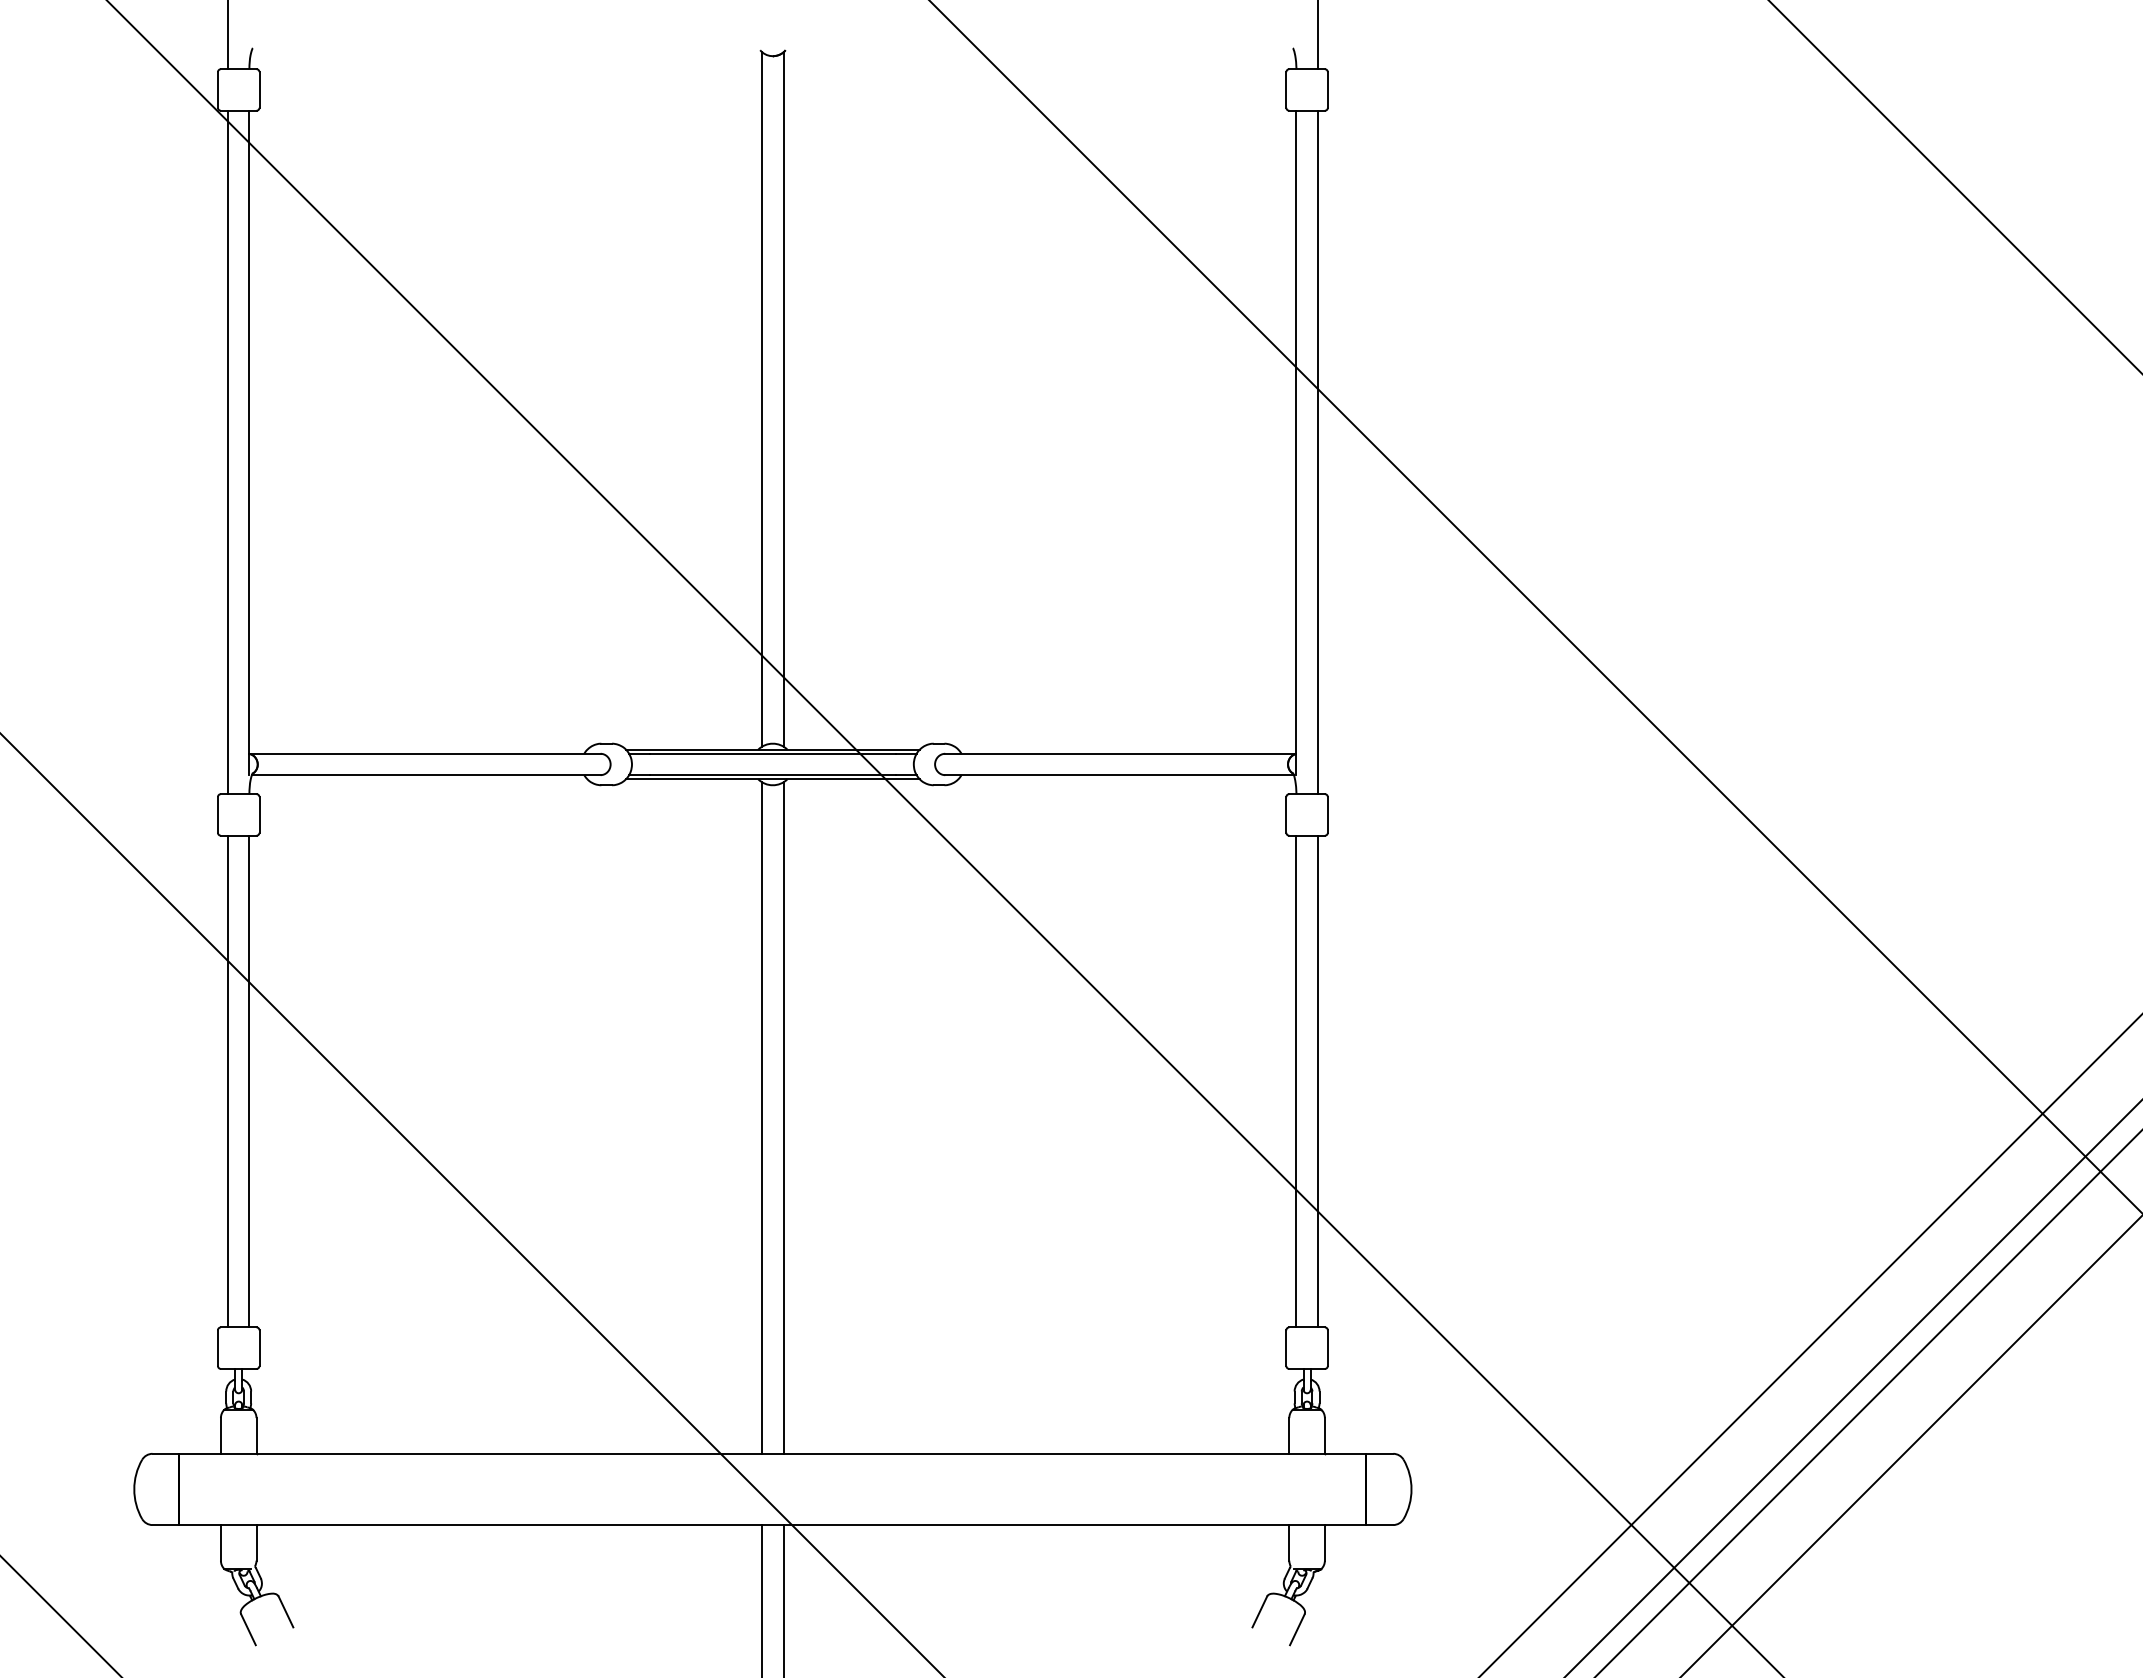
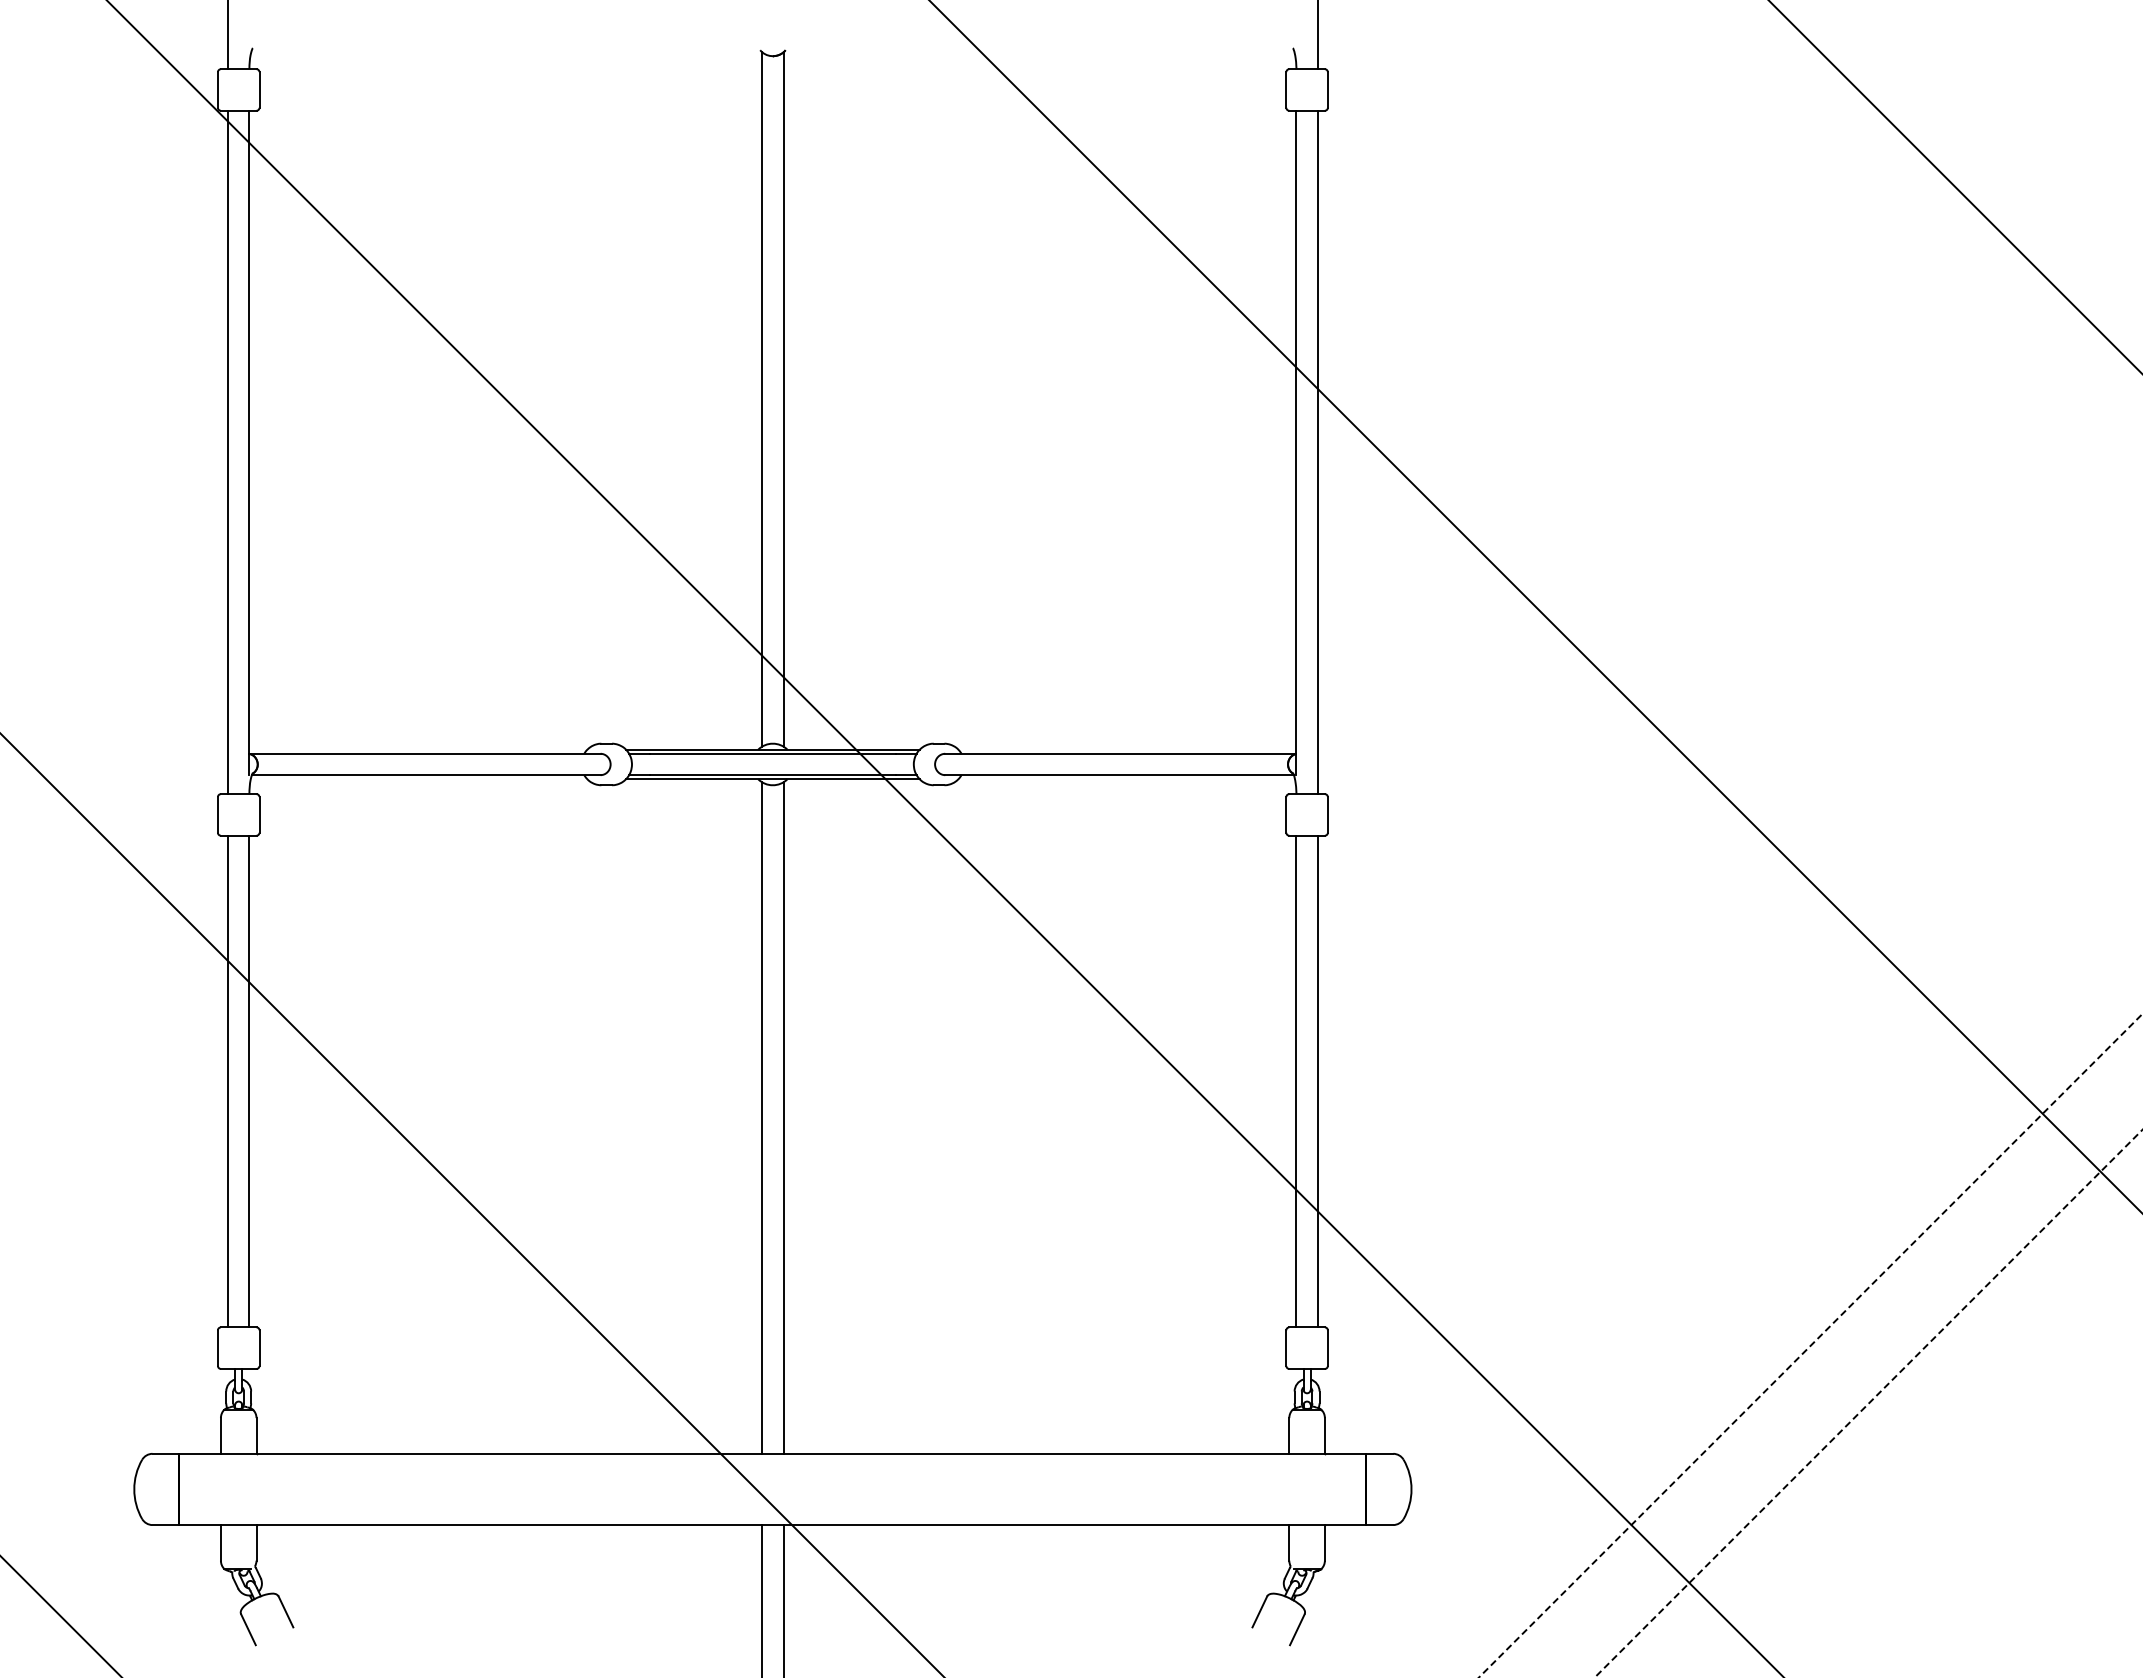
line at (1810, 1346): solid -> dashed
line at (1853, 1388): present -> none
line at (1869, 1403): solid -> dashed
line at (1911, 1446): present -> none
